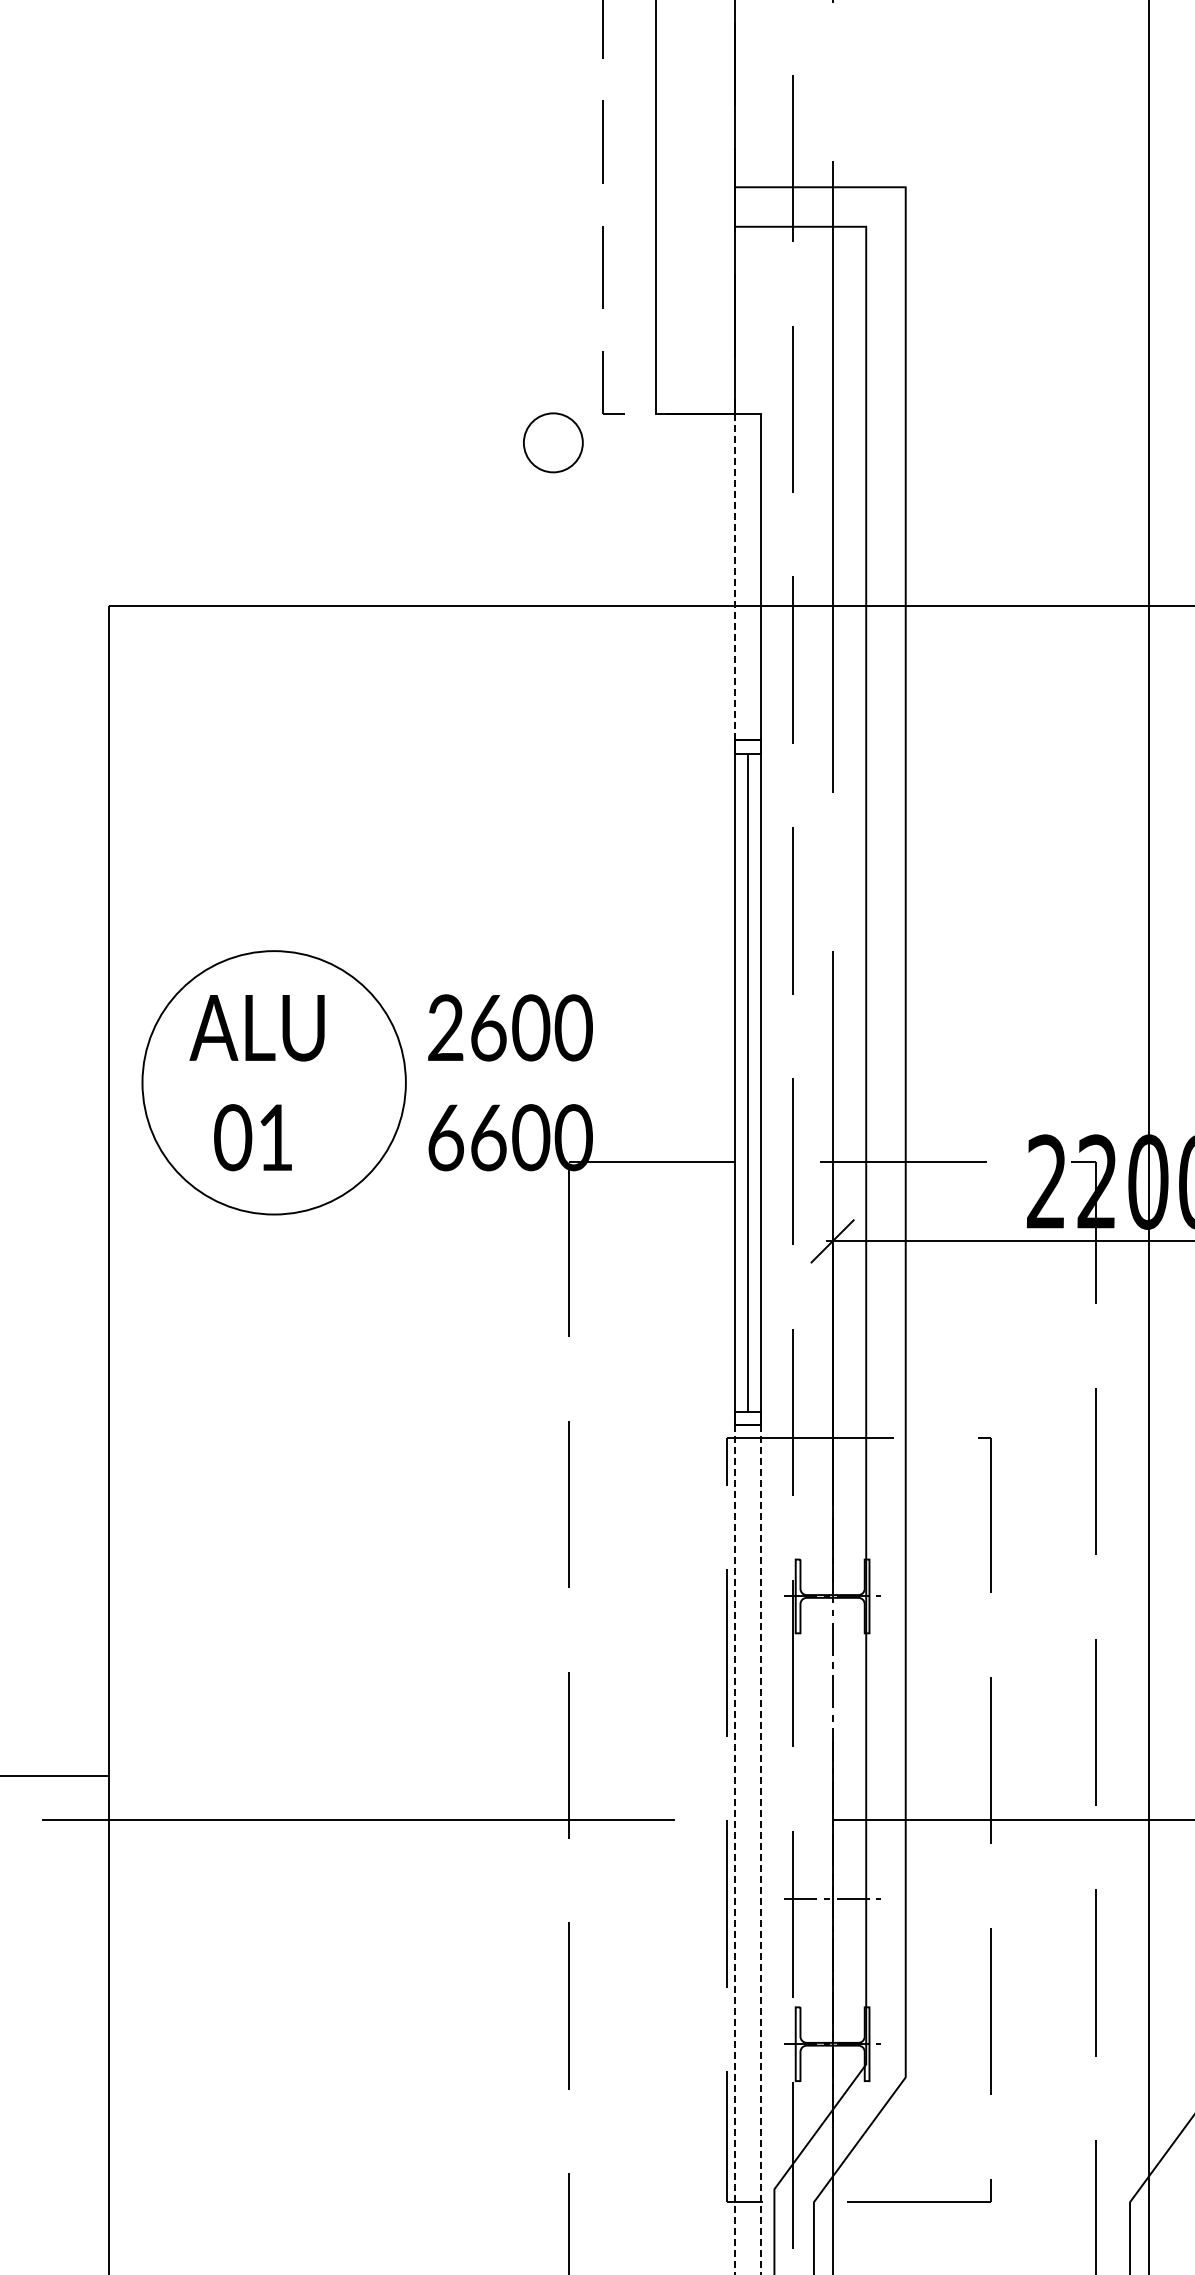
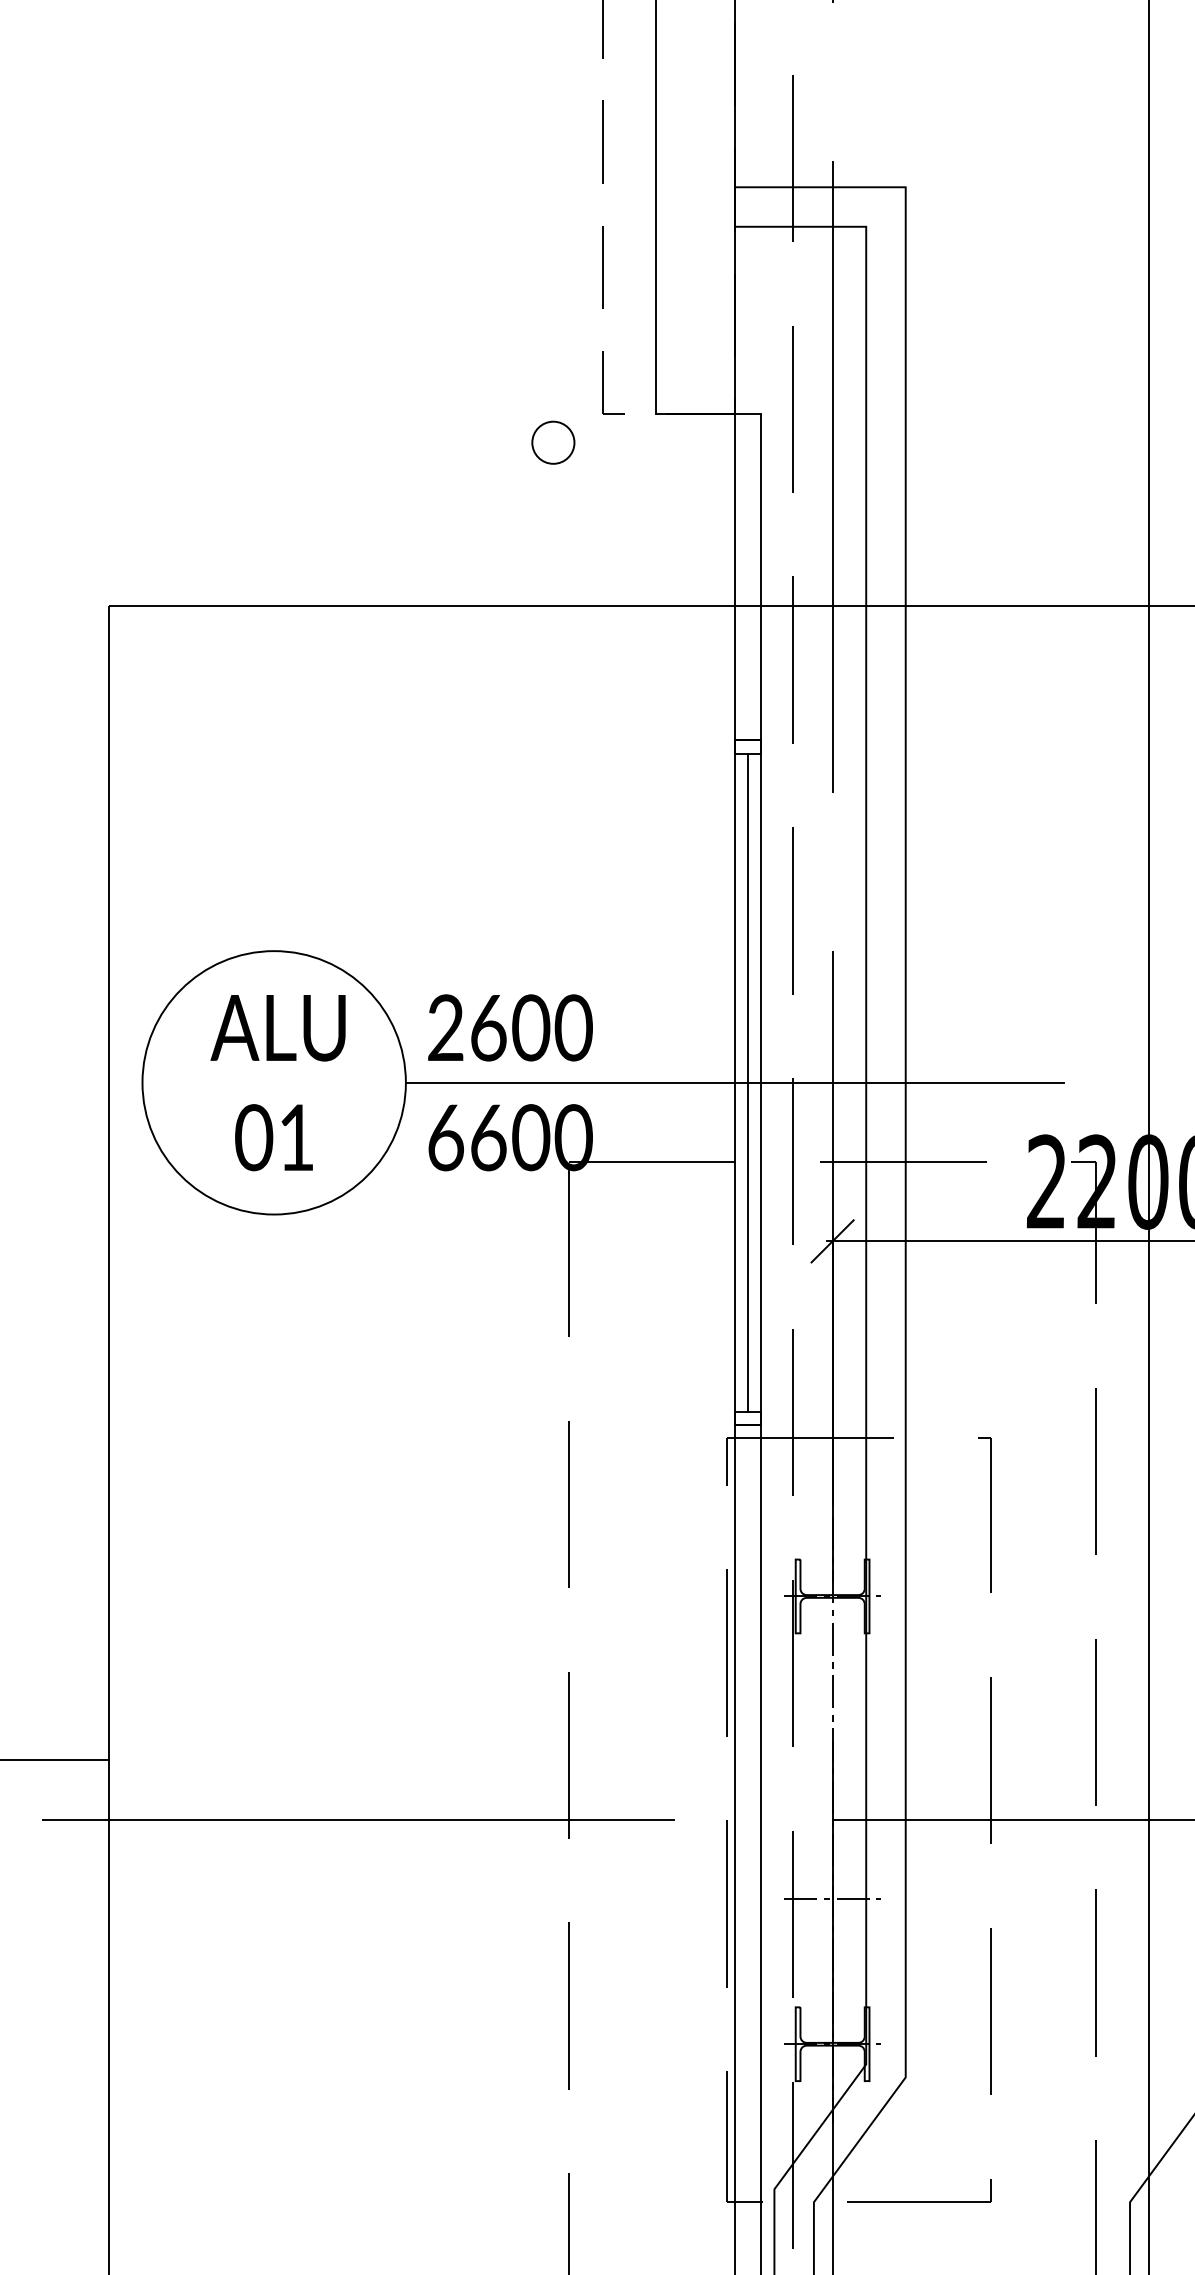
circle at (553, 442) size: 61x62 px -> 45x45 px
line at (735, 576): dashed -> solid
line at (734, 1082): none -> present
text at (256, 1083) position: (256, 1083) -> (277, 1083)
line at (55, 1775) position: (55, 1775) -> (55, 1759)
line at (735, 1850): dashed -> solid
line at (761, 1850): dashed -> solid
